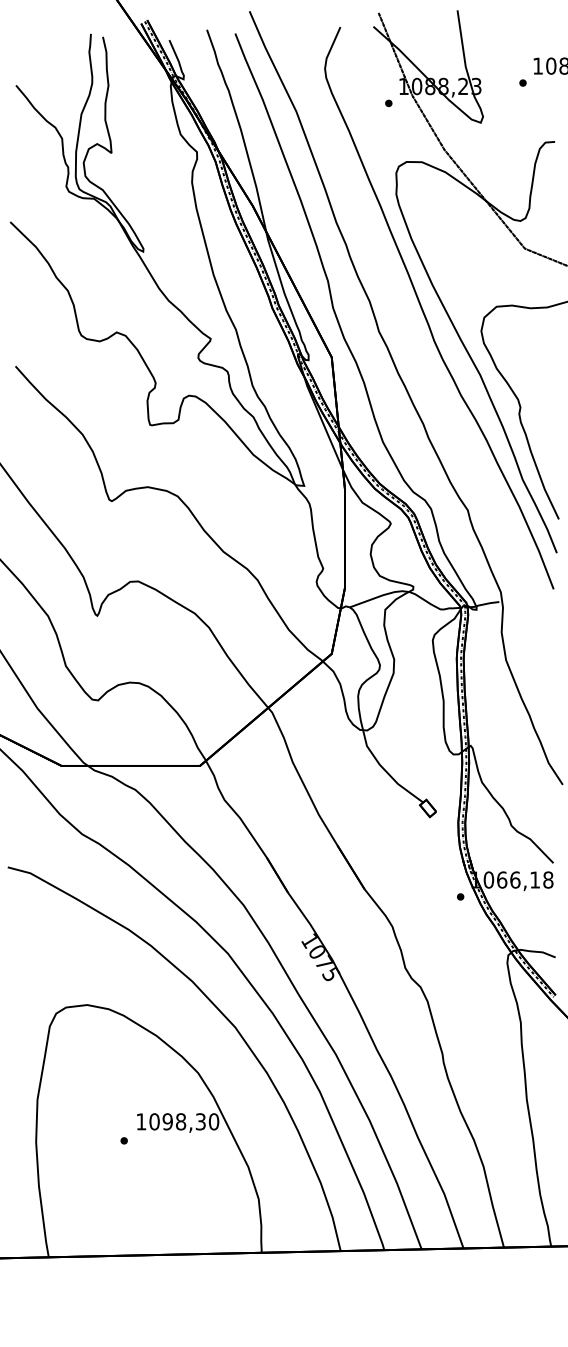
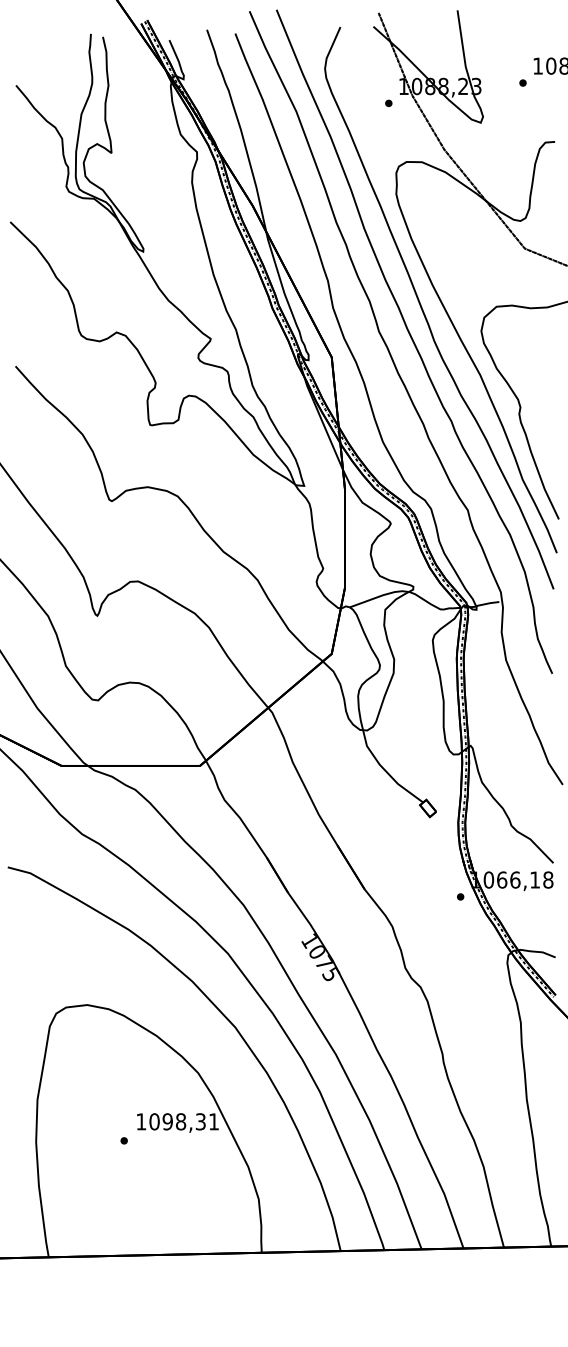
curve at (414, 341): none -> present
text at (213, 1121): 1098,30 -> 1098,31
